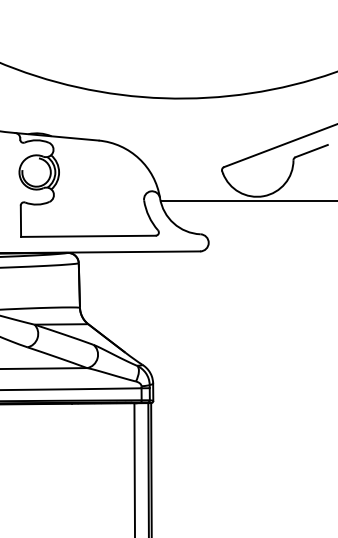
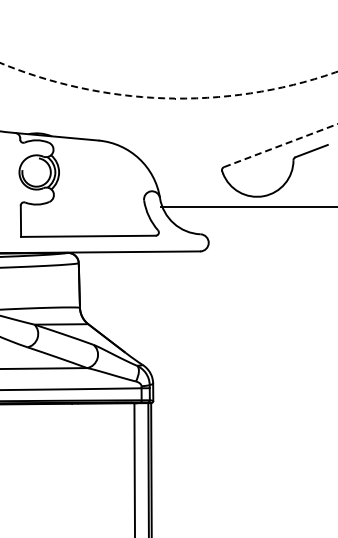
arc at (168, 98): solid -> dashed
line at (281, 145): solid -> dashed
line at (247, 200) position: (247, 200) -> (247, 206)
